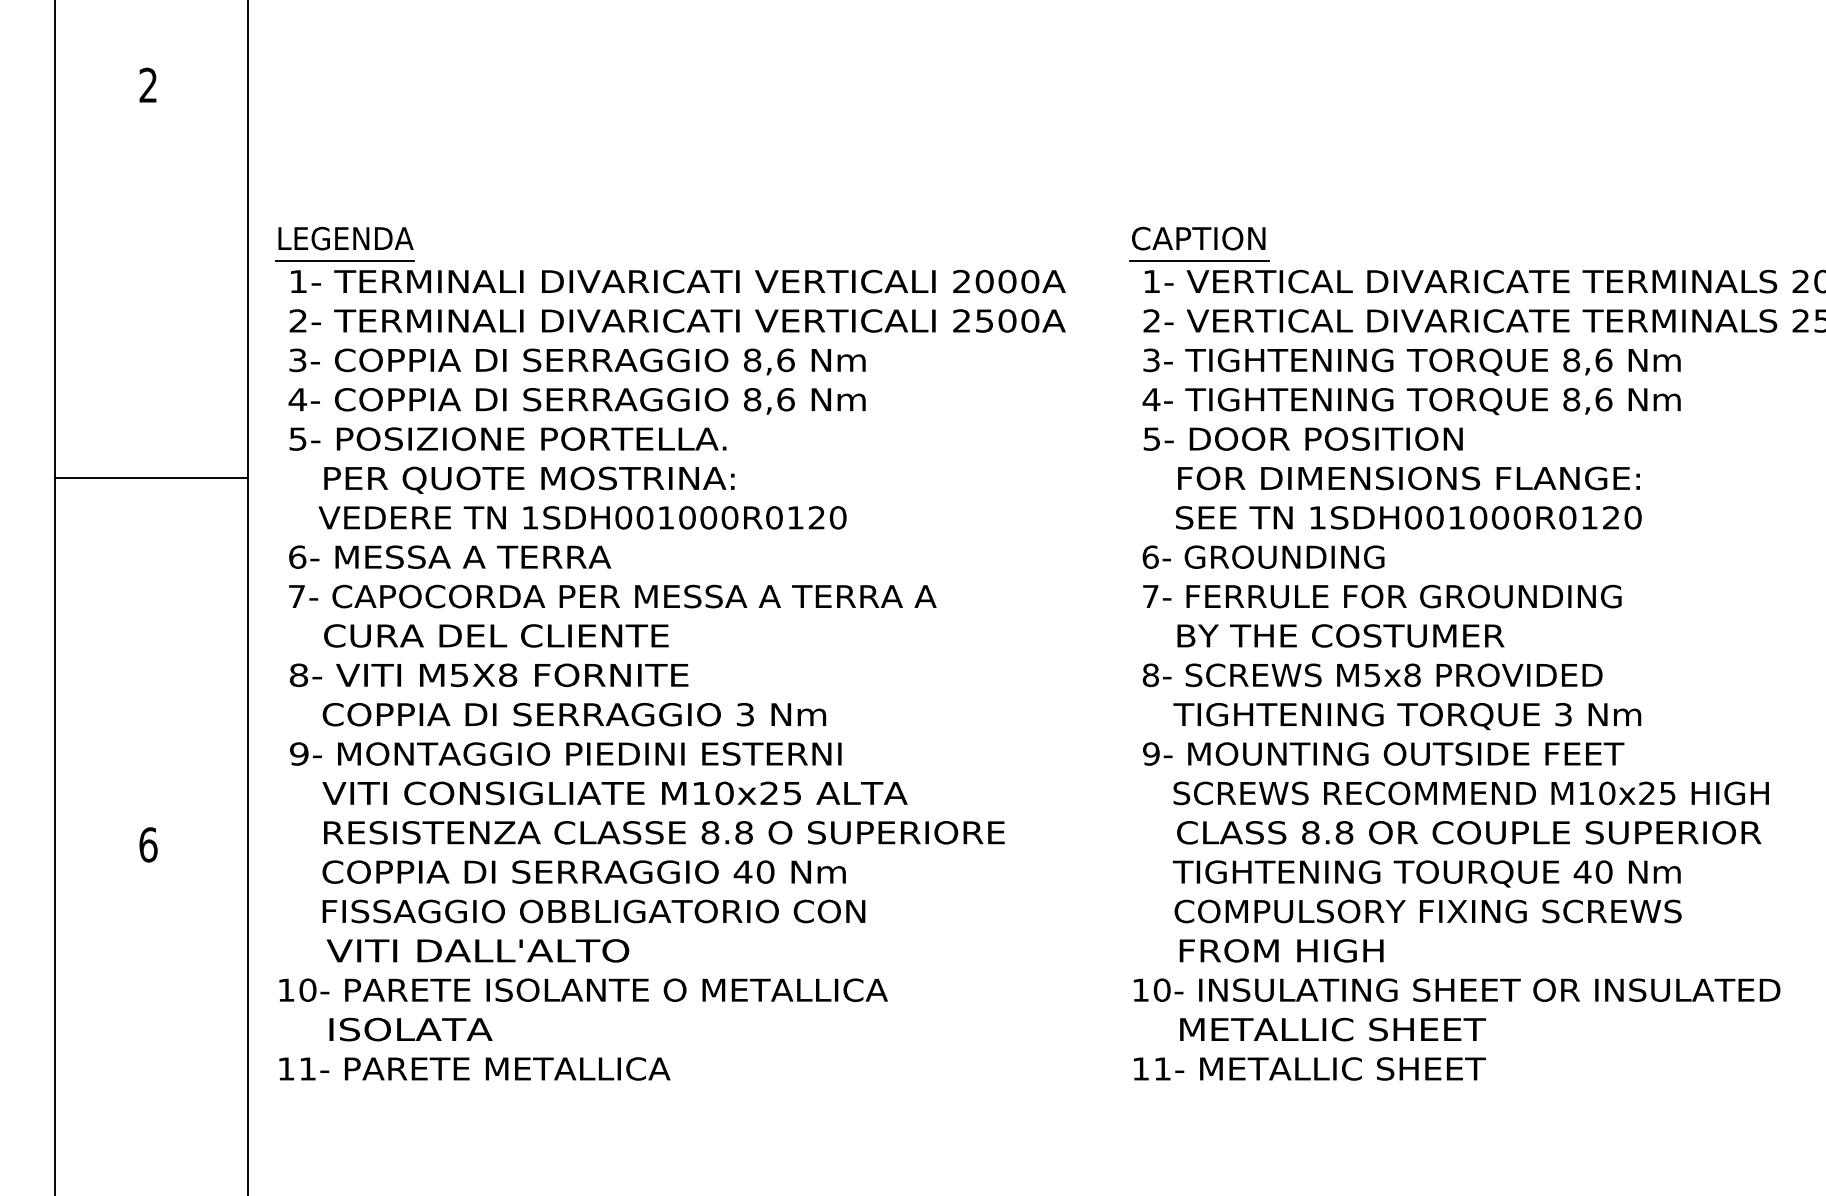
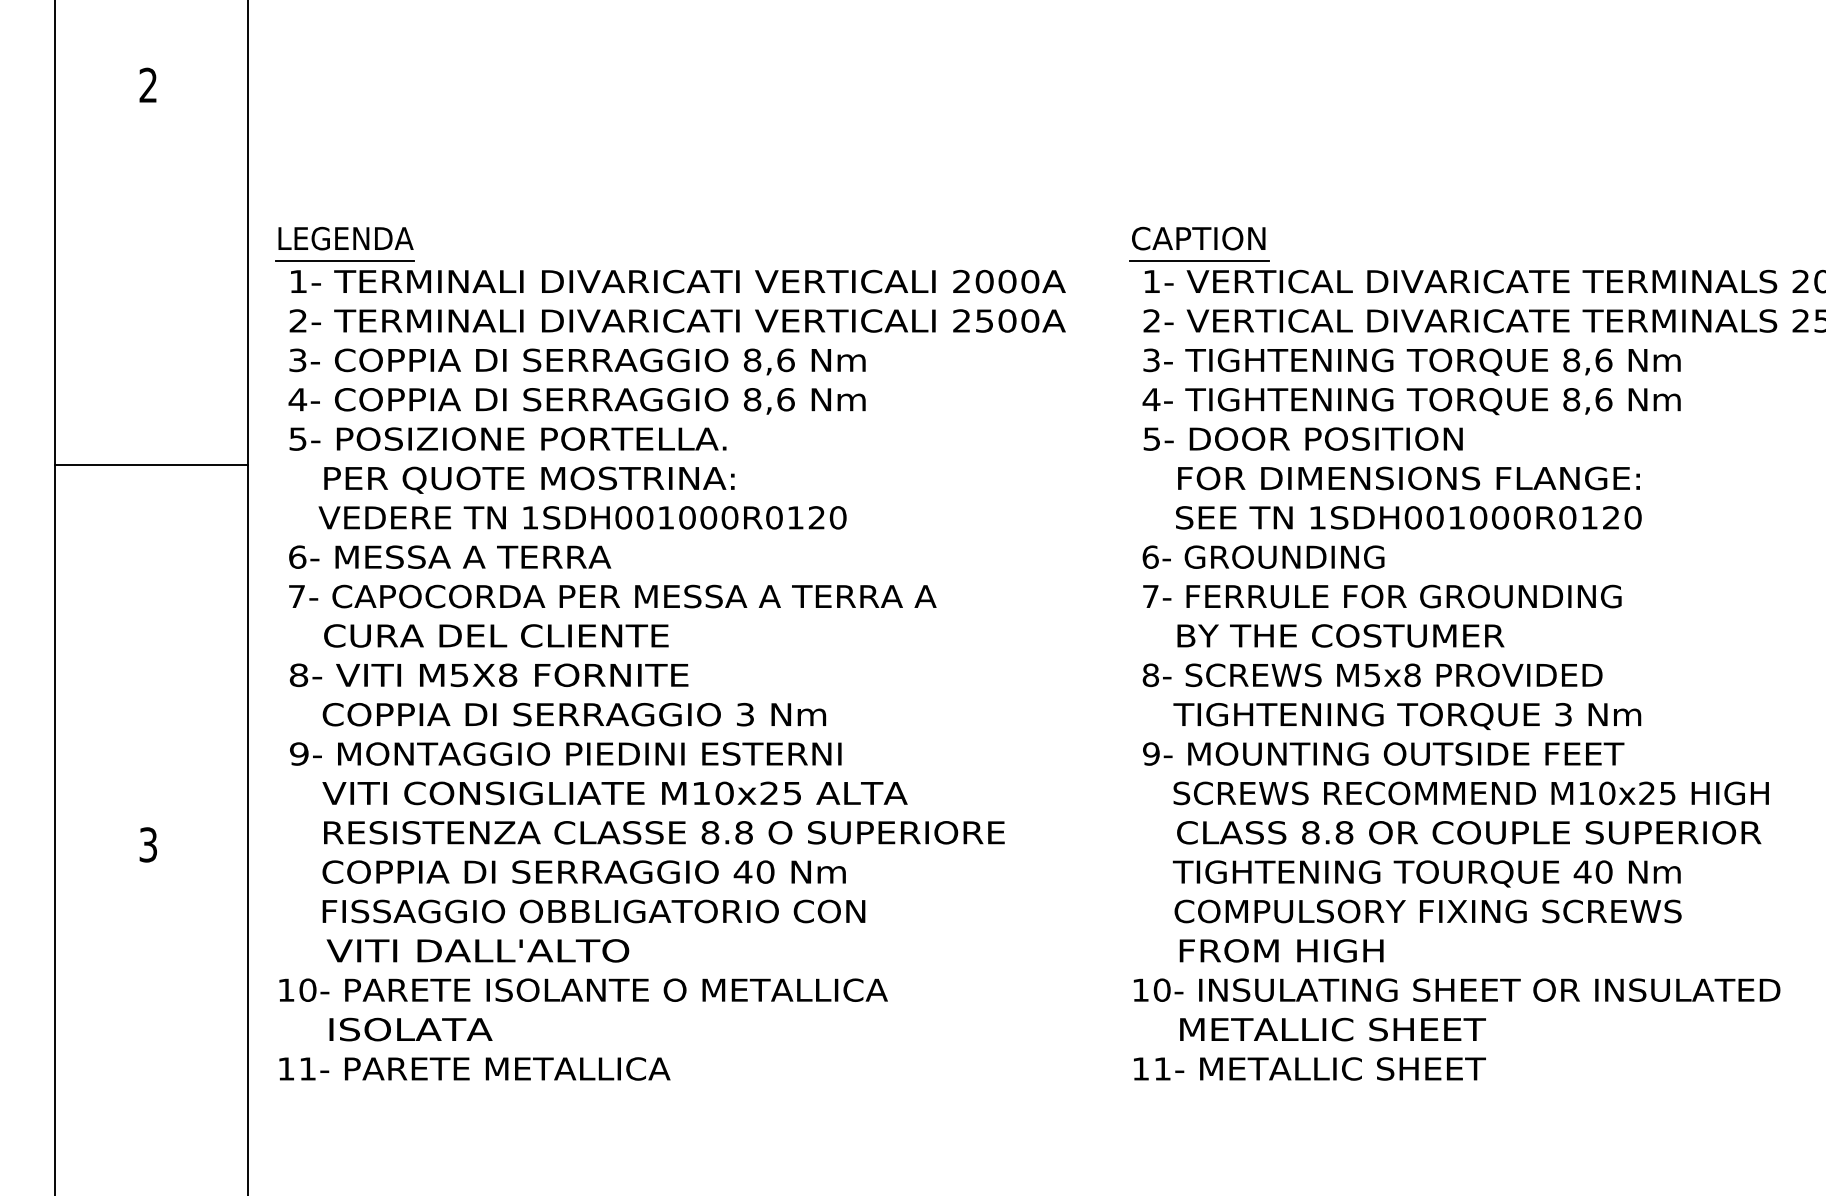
line at (151, 478) position: (151, 478) -> (151, 465)
text at (148, 844): 6 -> 3
